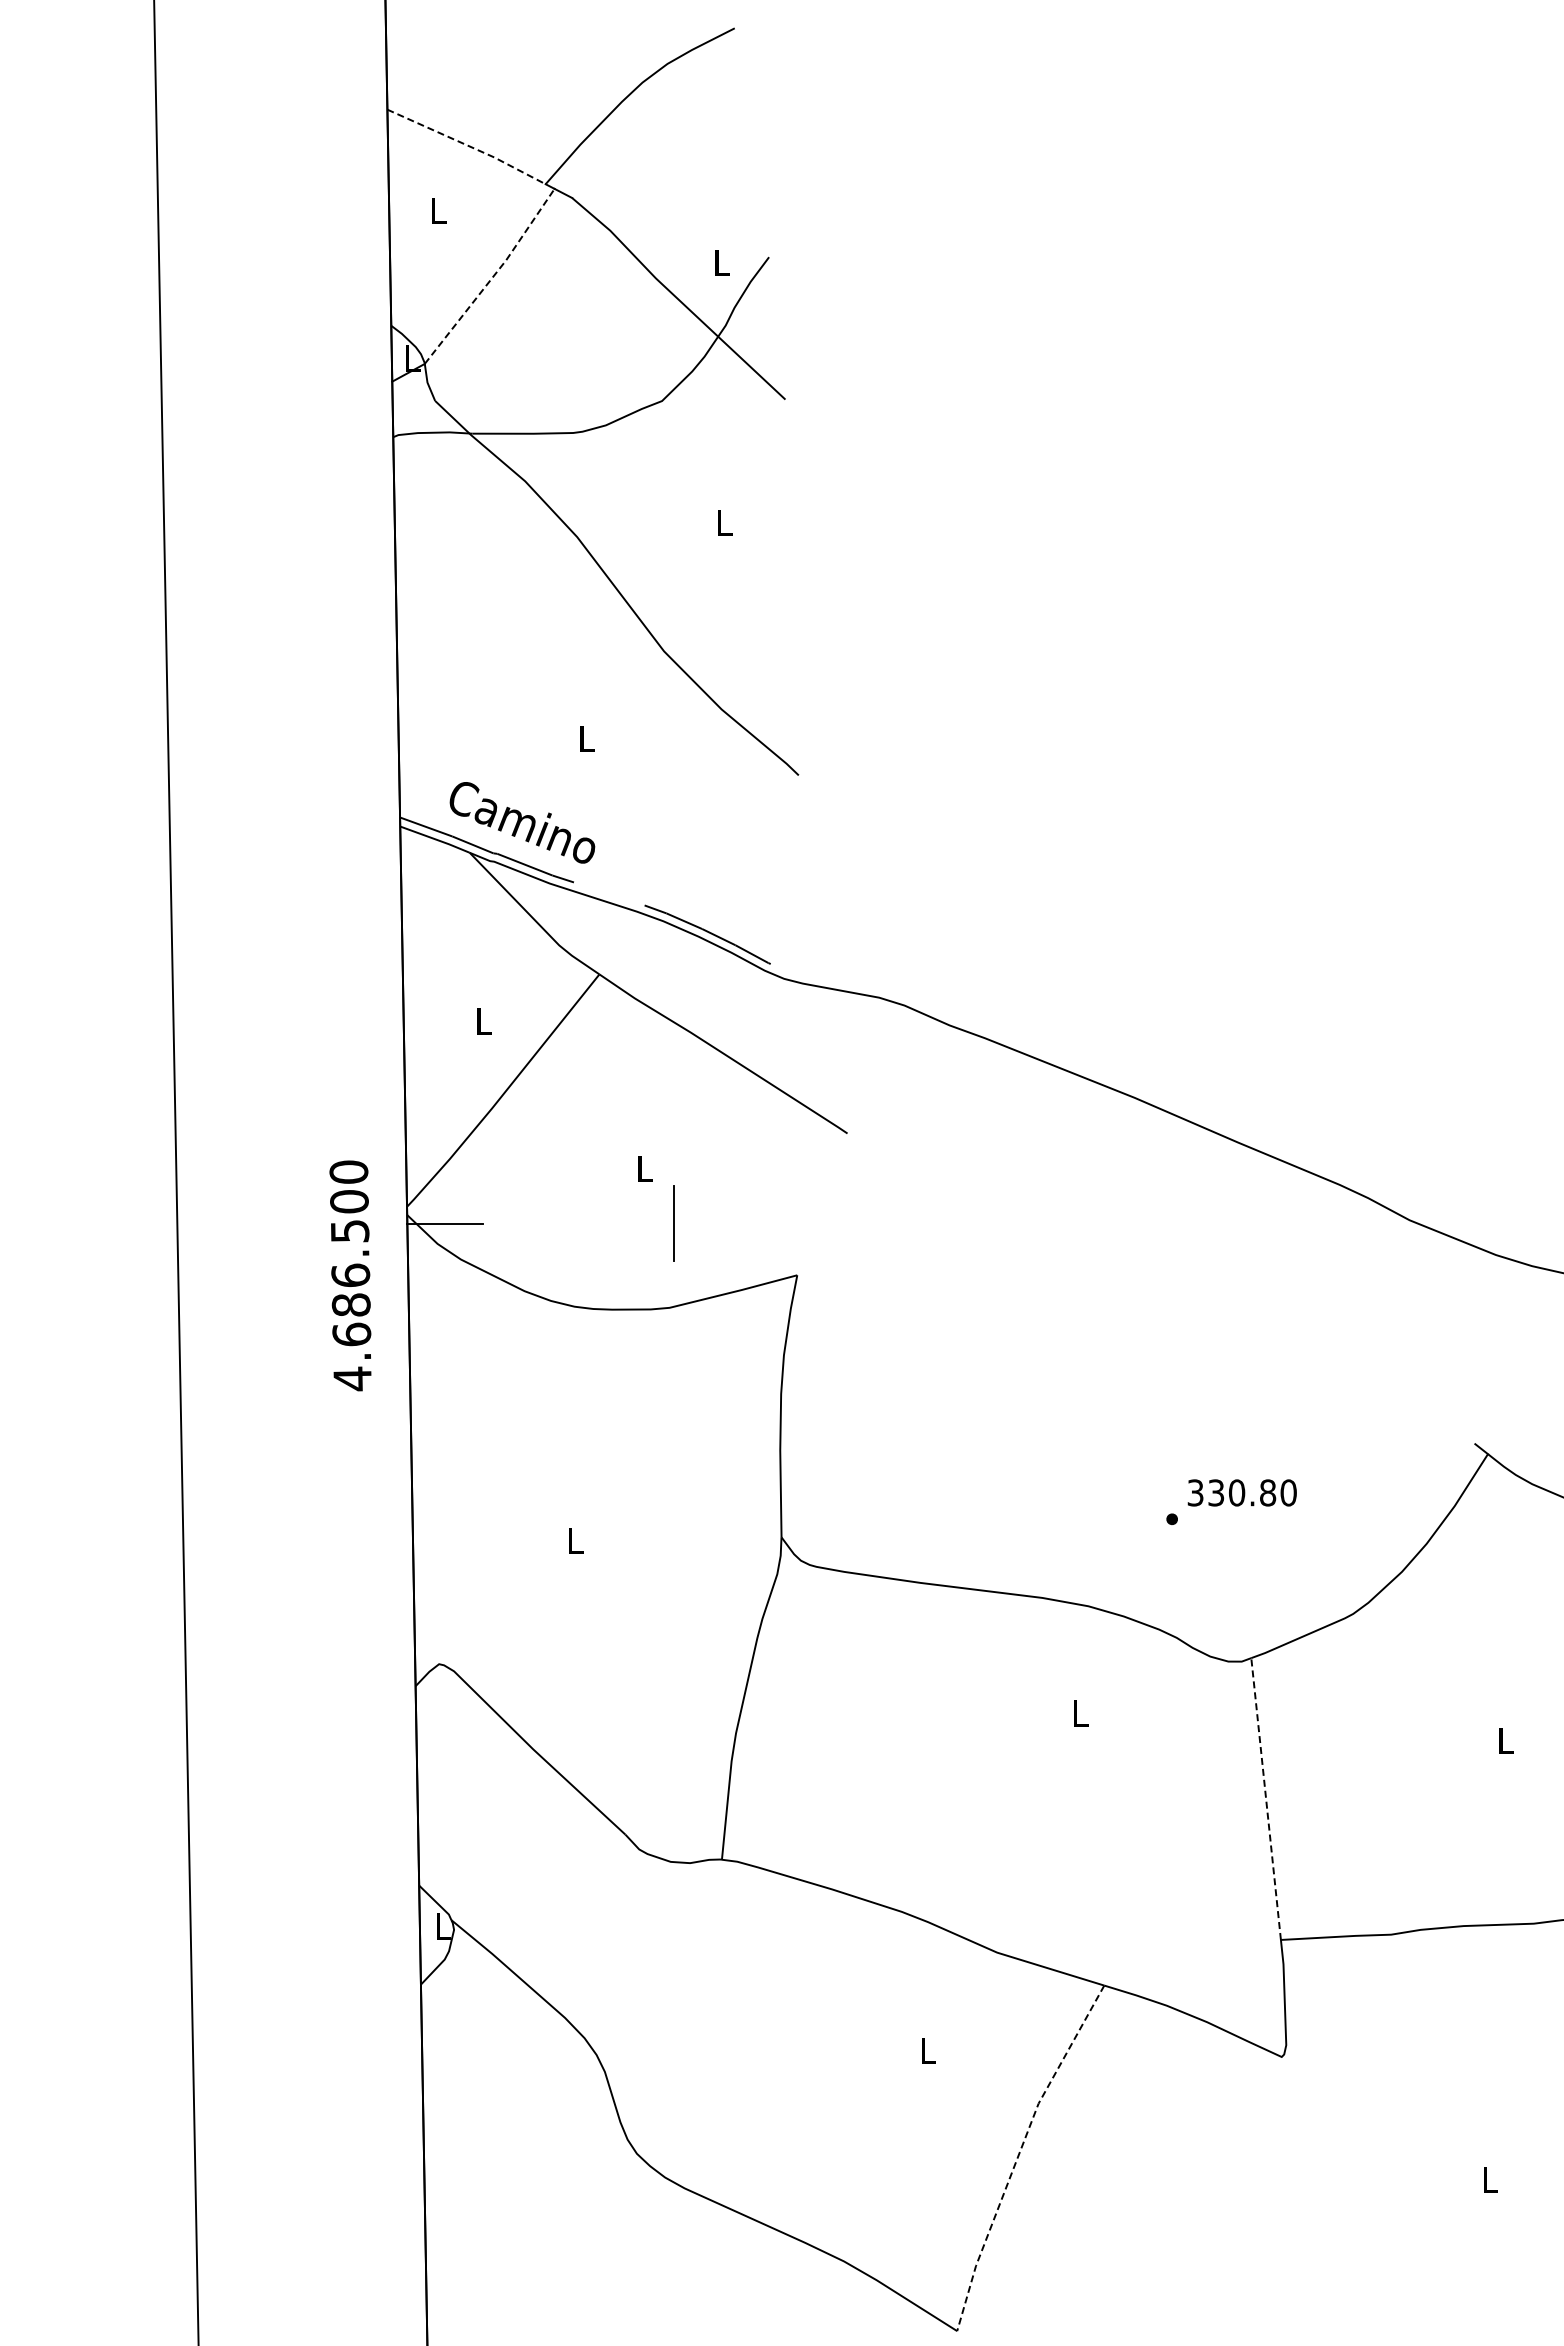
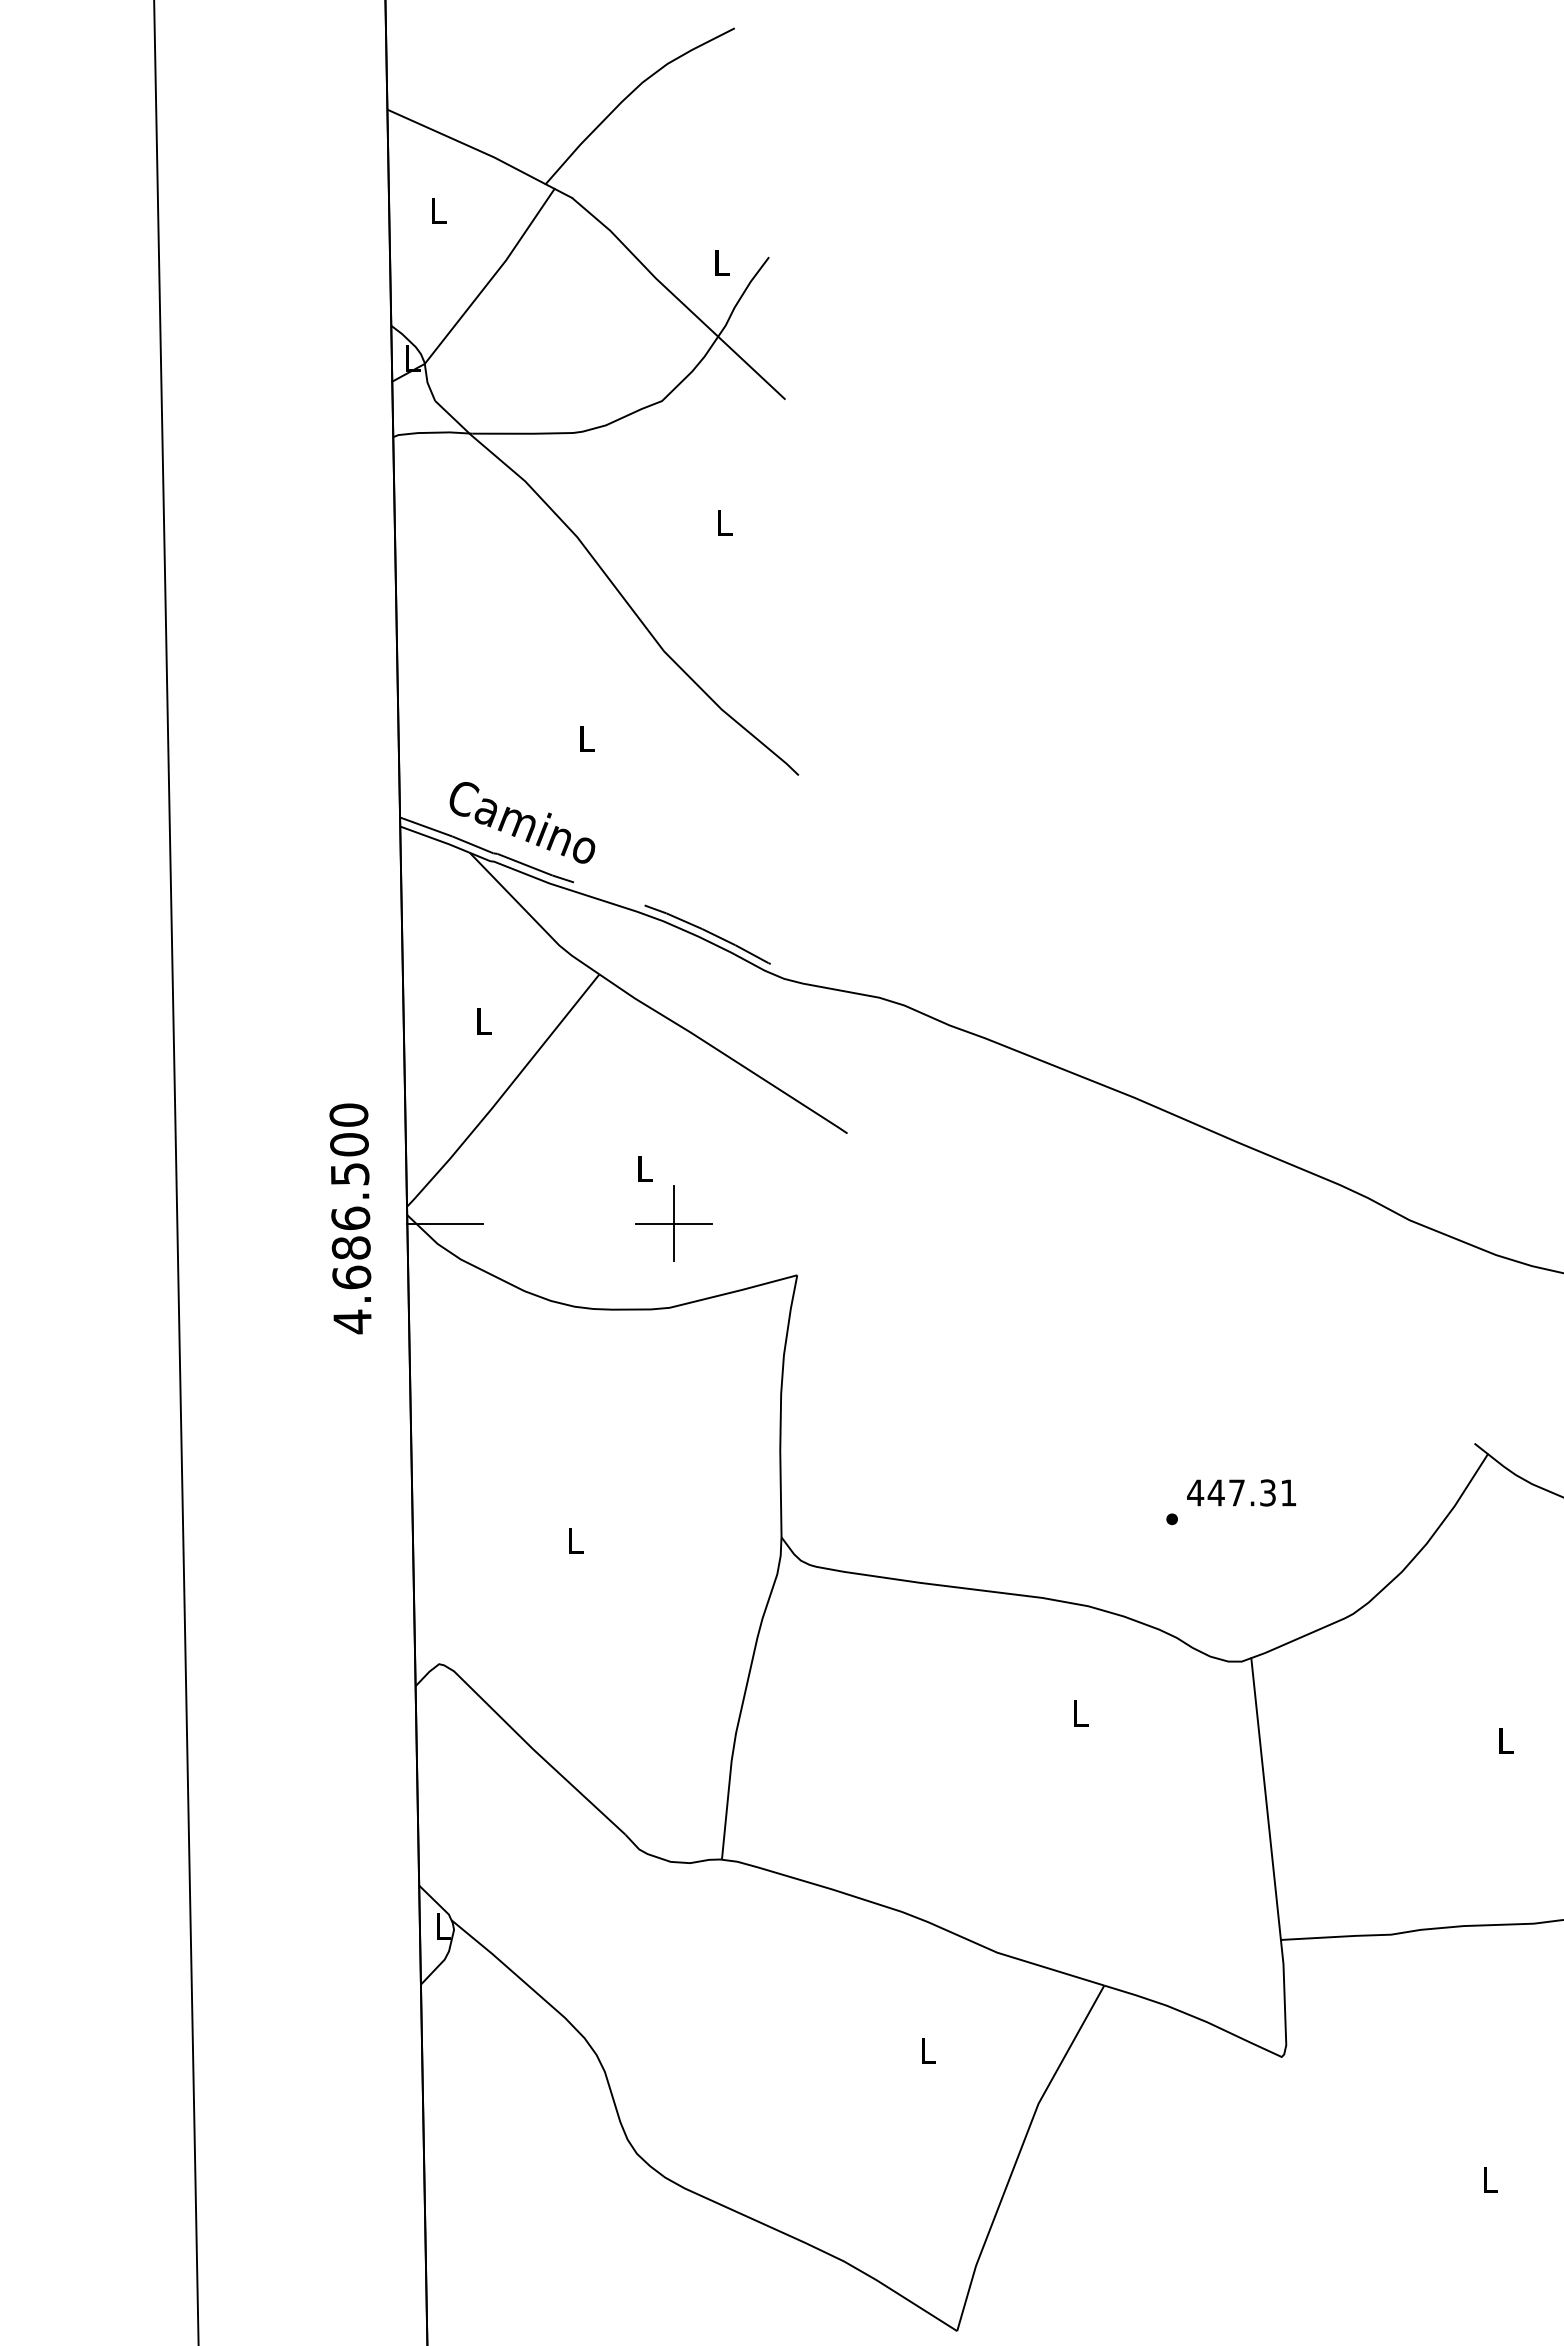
line at (468, 145): dashed -> solid
line at (492, 277): dashed -> solid
line at (673, 1223): none -> present
text at (350, 1275) position: (350, 1275) -> (350, 1218)
text at (1241, 1492): 330.80 -> 447.31
line at (1266, 1799): dashed -> solid
line at (1019, 2153): dashed -> solid
